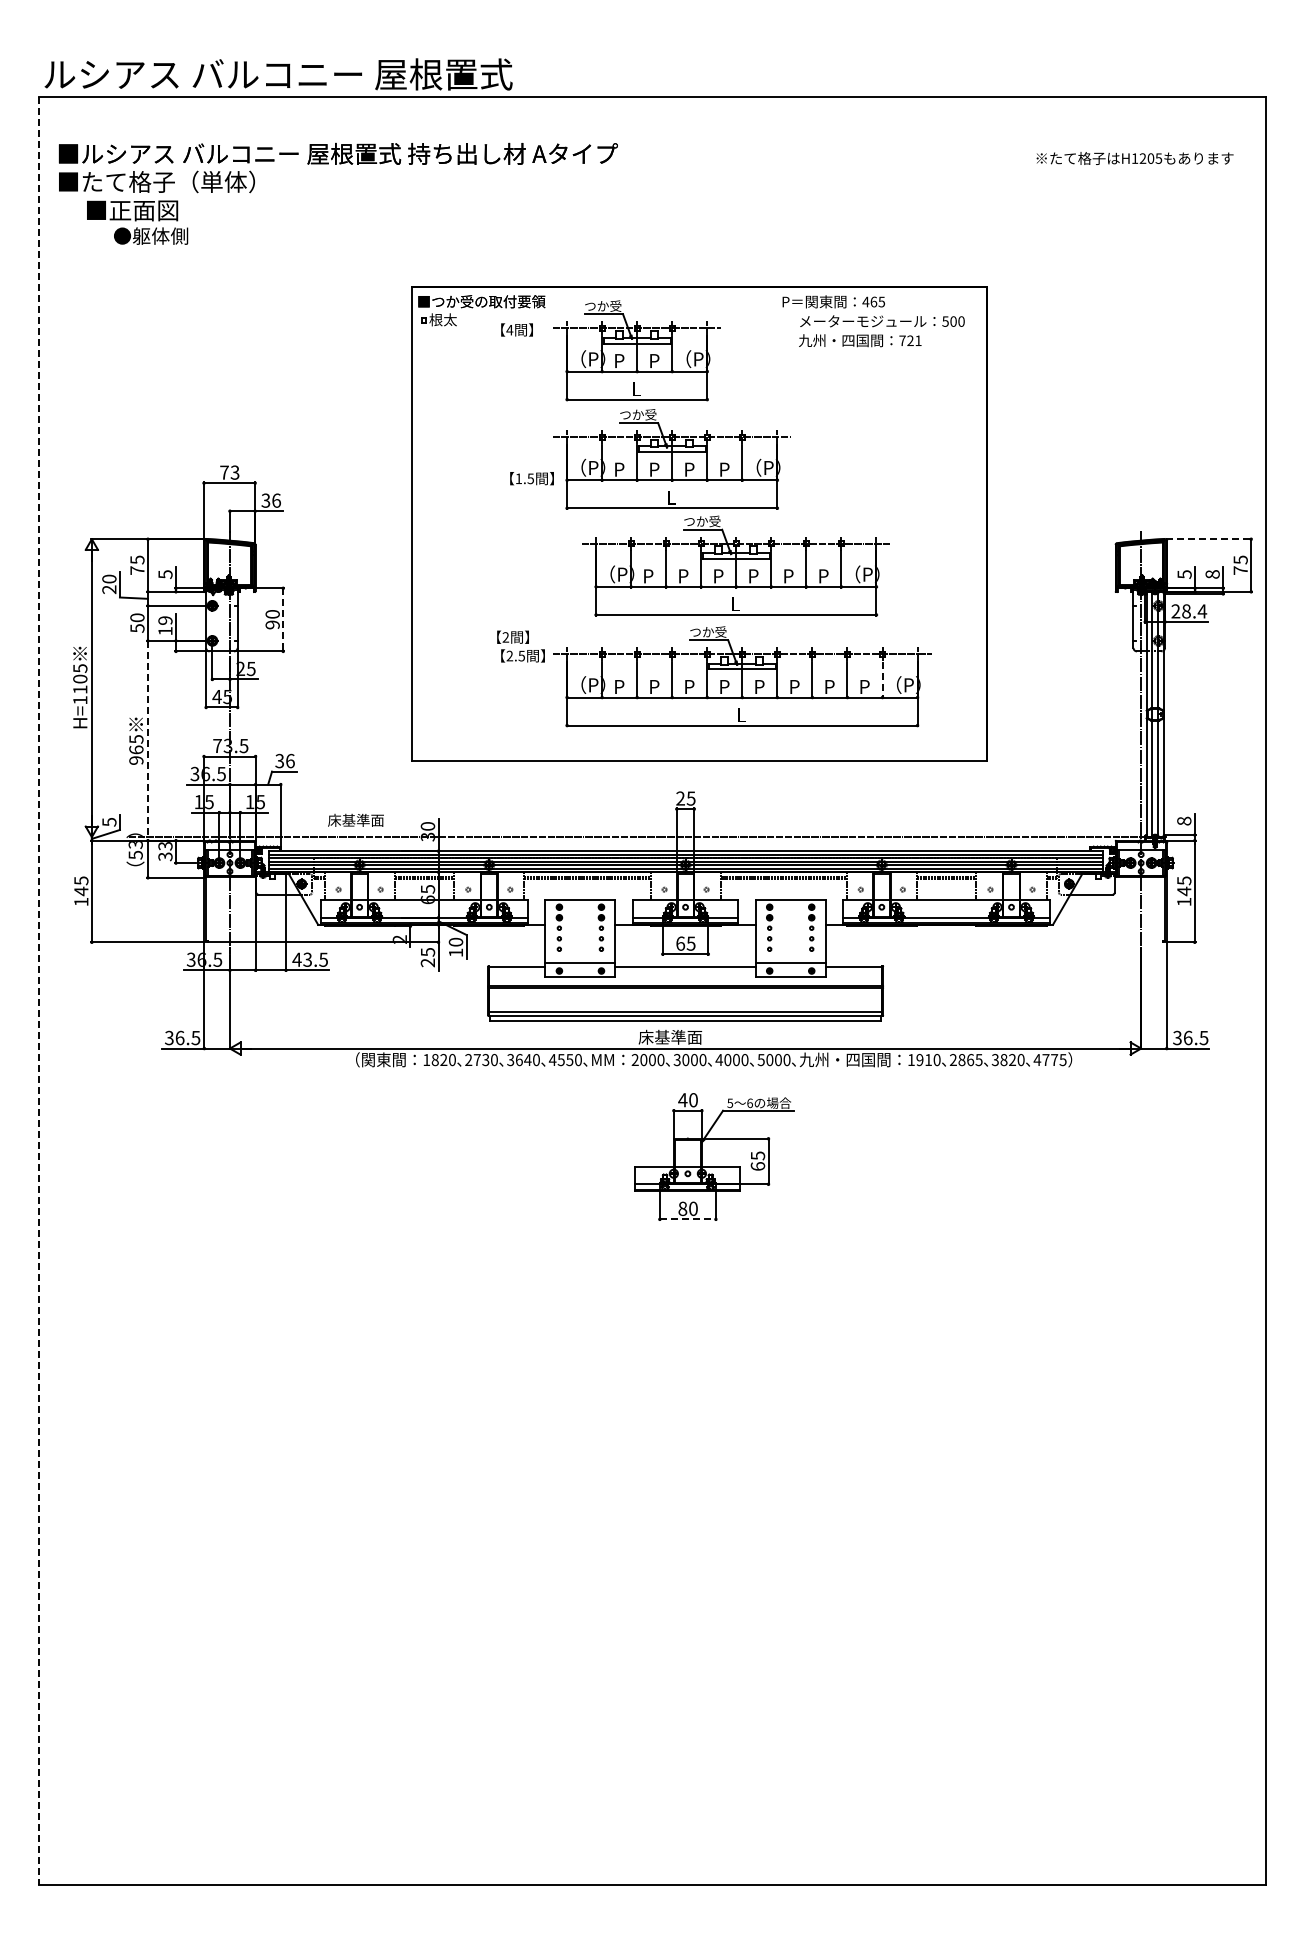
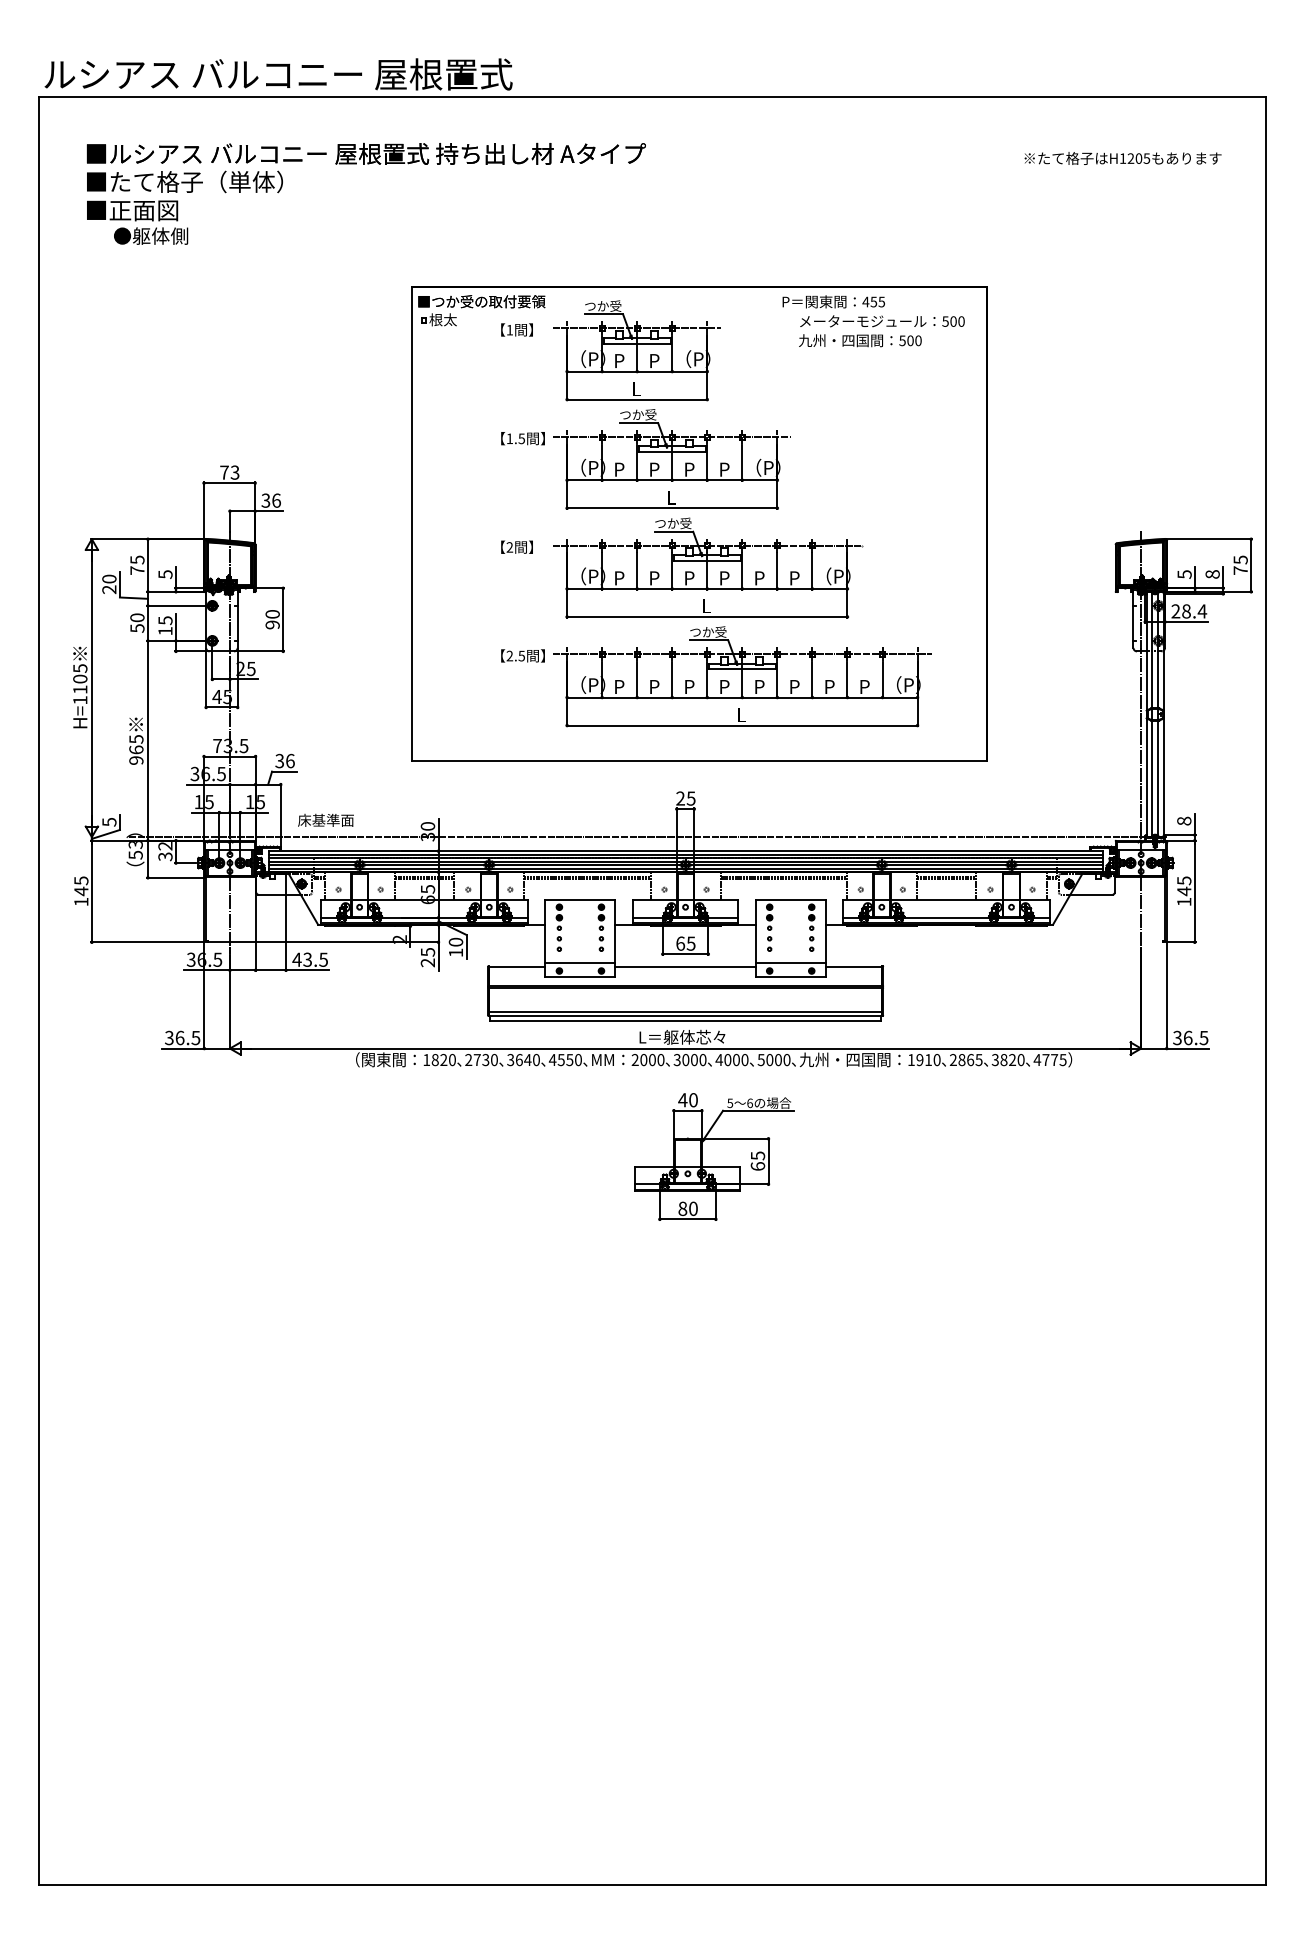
text at (1134, 158) position: (1134, 158) -> (1122, 158)
text at (337, 167) position: (337, 167) -> (365, 167)
text at (873, 301): 465 -> 455
text at (509, 330): 4 -> 1
text at (910, 340): 721 -> 500
text at (531, 478) position: (531, 478) -> (522, 438)
line at (1209, 539): dashed -> solid
part at (737, 565) position: (737, 565) -> (708, 567)
line at (283, 619): dashed -> solid
text at (165, 620): 19 -> 15
text at (512, 636) position: (512, 636) -> (516, 546)
line at (882, 680): dashed -> solid
line at (147, 740): dashed -> solid
text at (355, 819) position: (355, 819) -> (325, 819)
text at (165, 846): 33 -> 32
line at (39, 991): dashed -> solid
text at (681, 1036): 床基準面 -> L＝躯体芯々
line at (688, 1219): dashed -> solid
